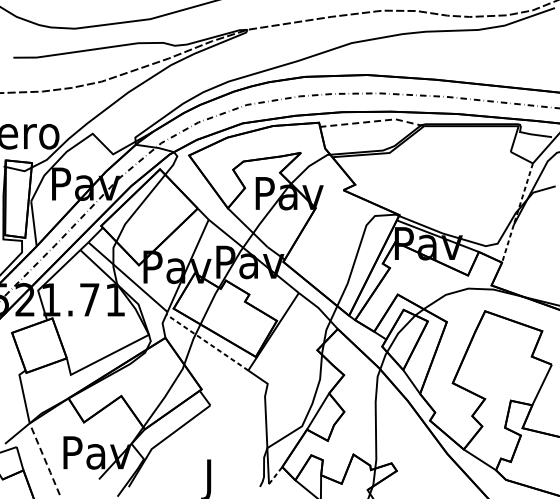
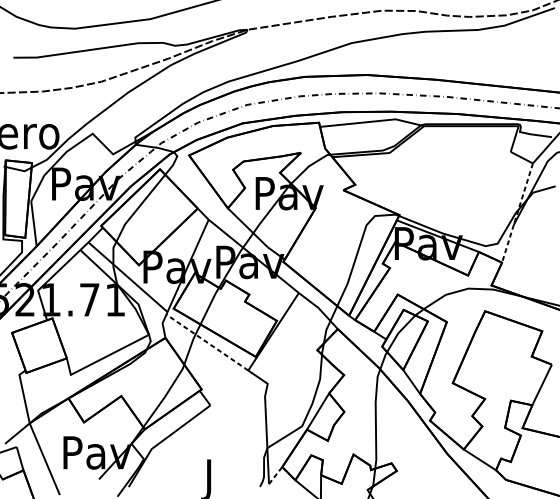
line at (372, 121): dashed -> solid
line at (45, 459): dashed -> solid
